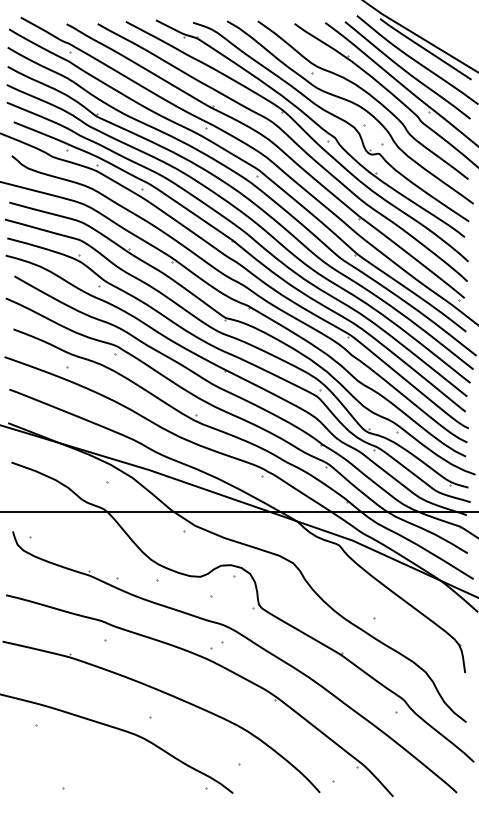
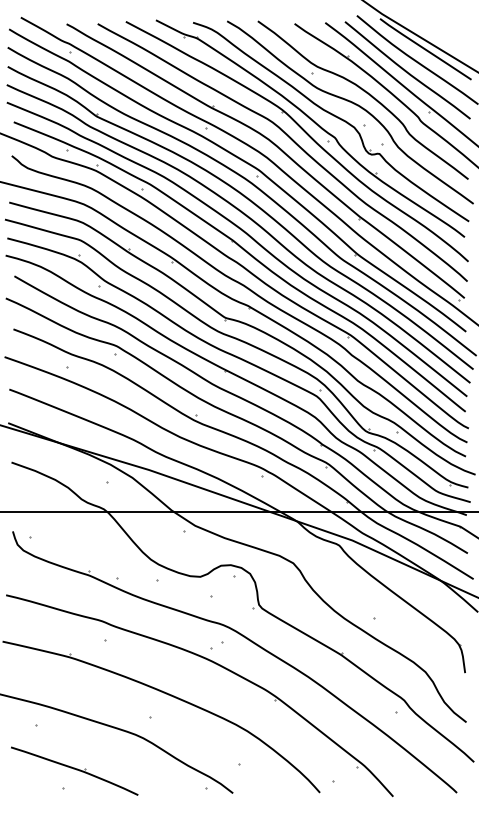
part at (74, 770): none -> present
